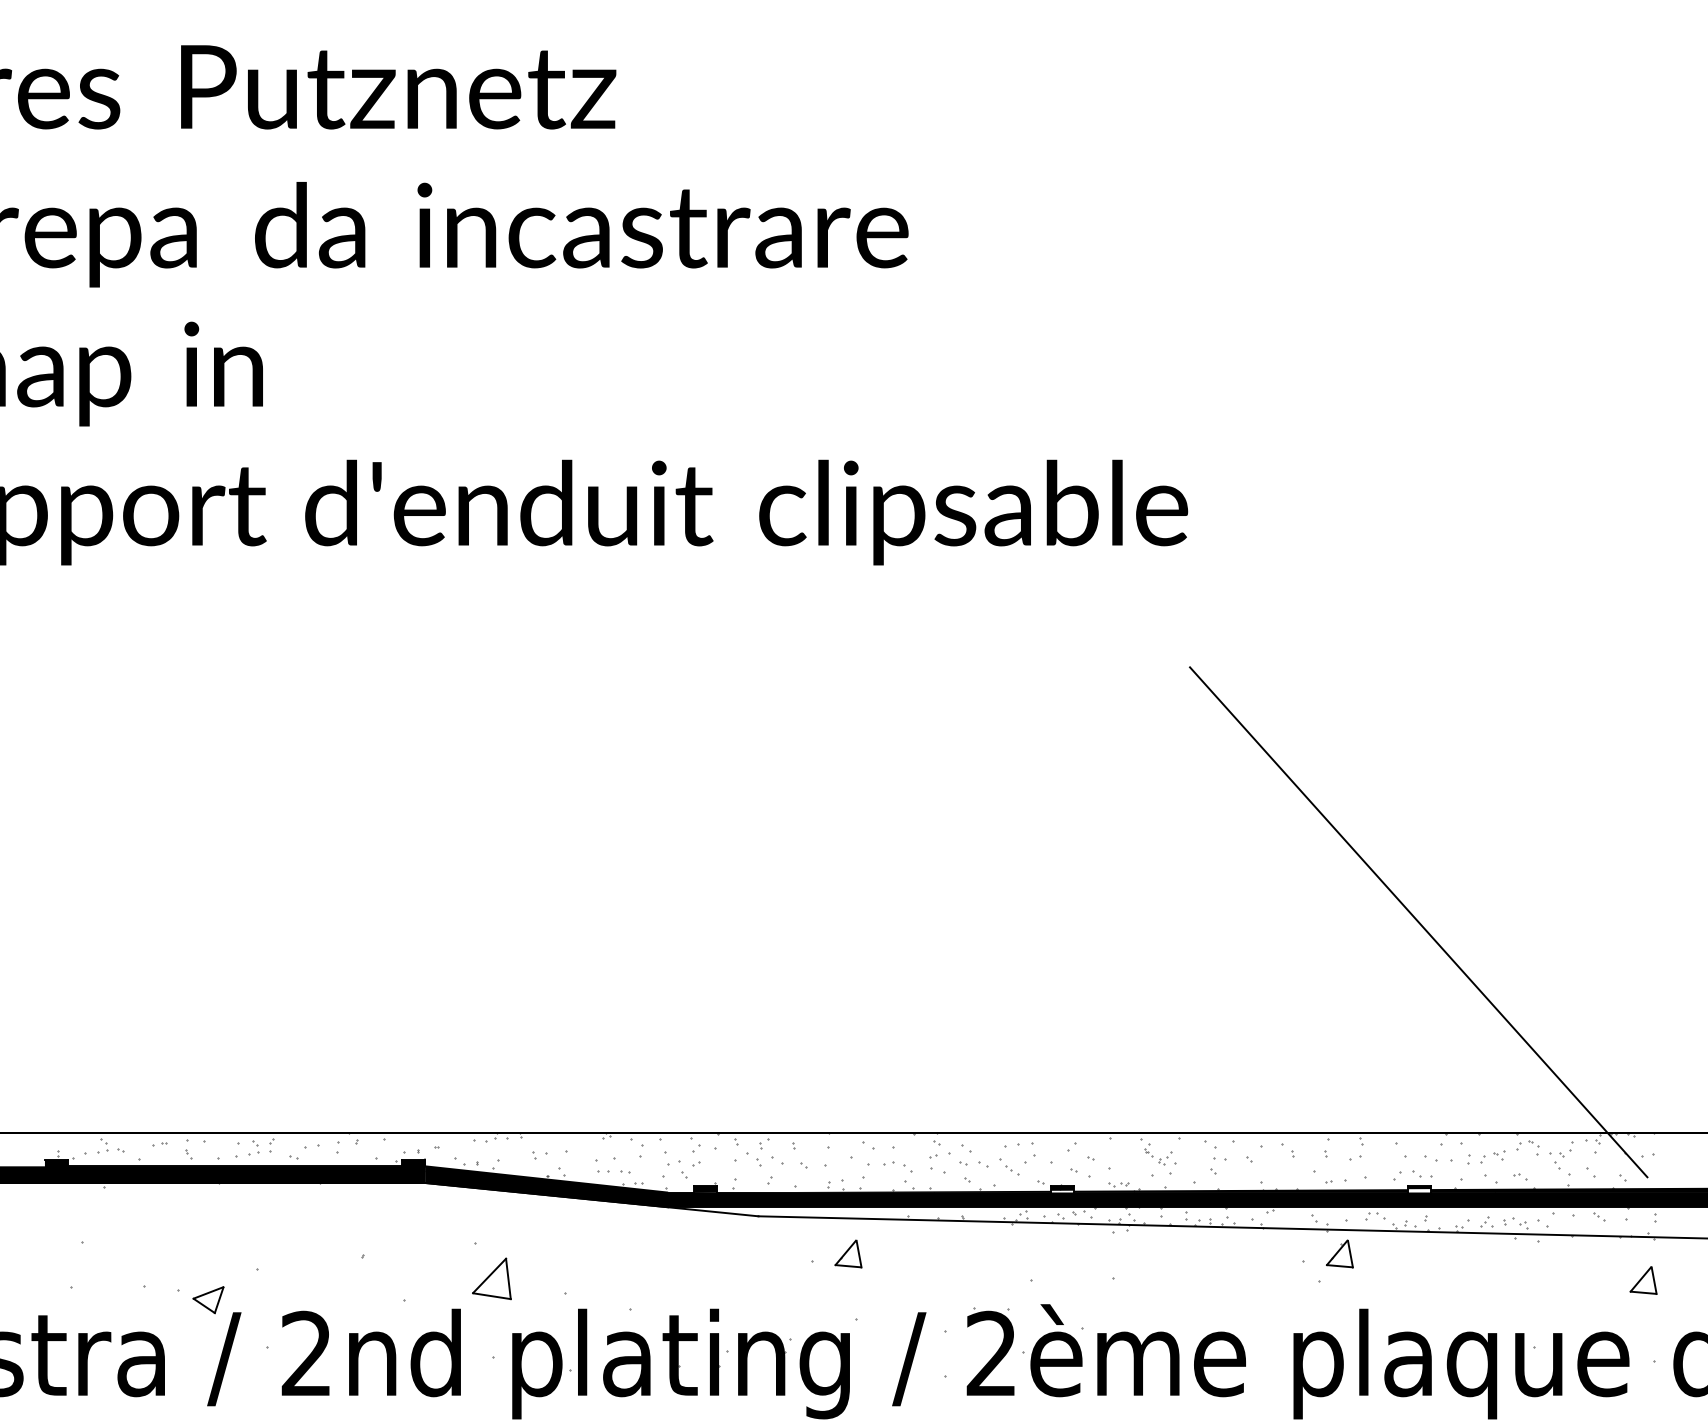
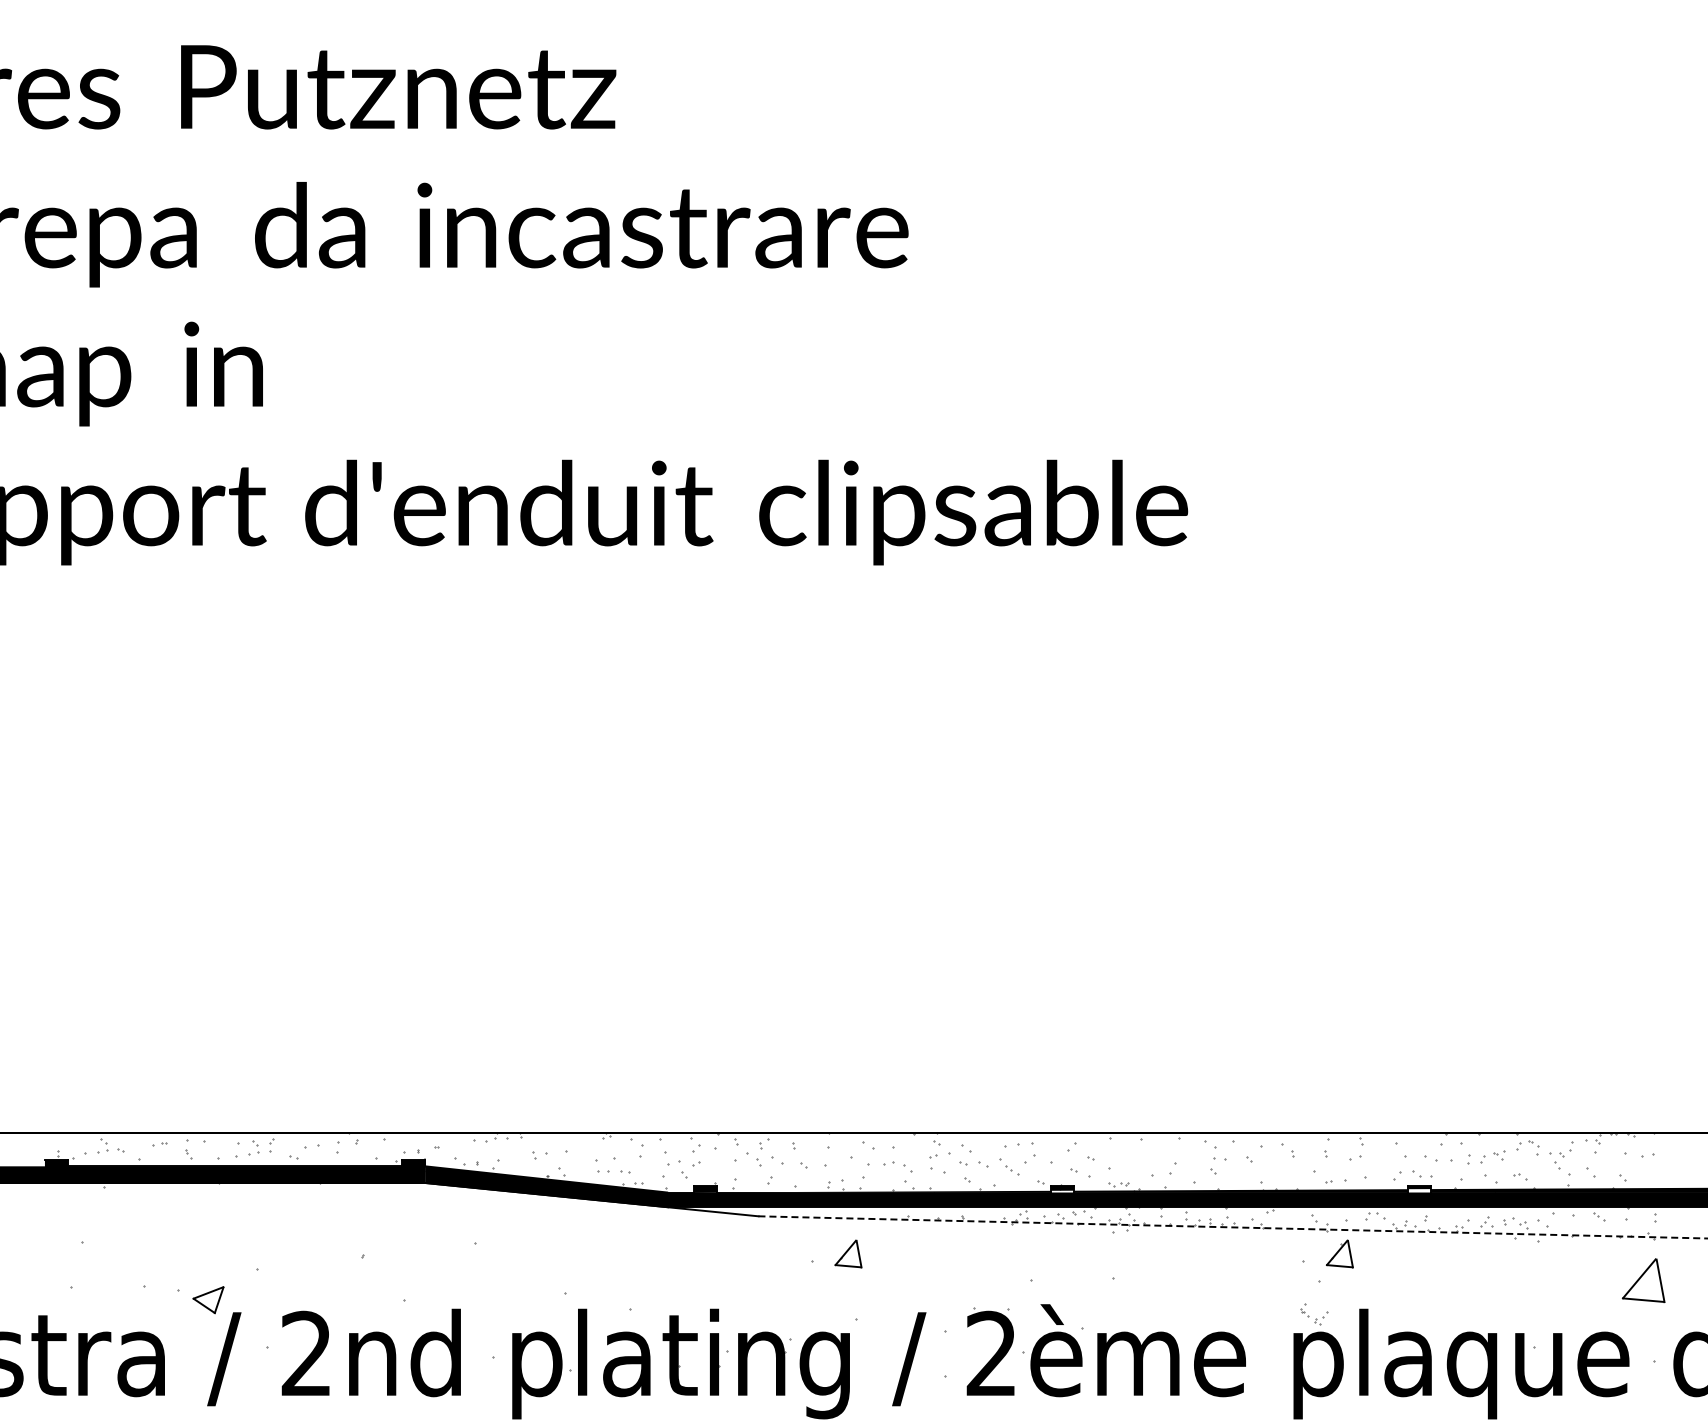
line at (1418, 922): present -> none
part at (1158, 1154) position: (1158, 1154) -> (1314, 1314)
line at (1233, 1227): solid -> dashed
part at (491, 1278): present -> none
part at (1643, 1280) size: 29x29 px -> 45x46 px
